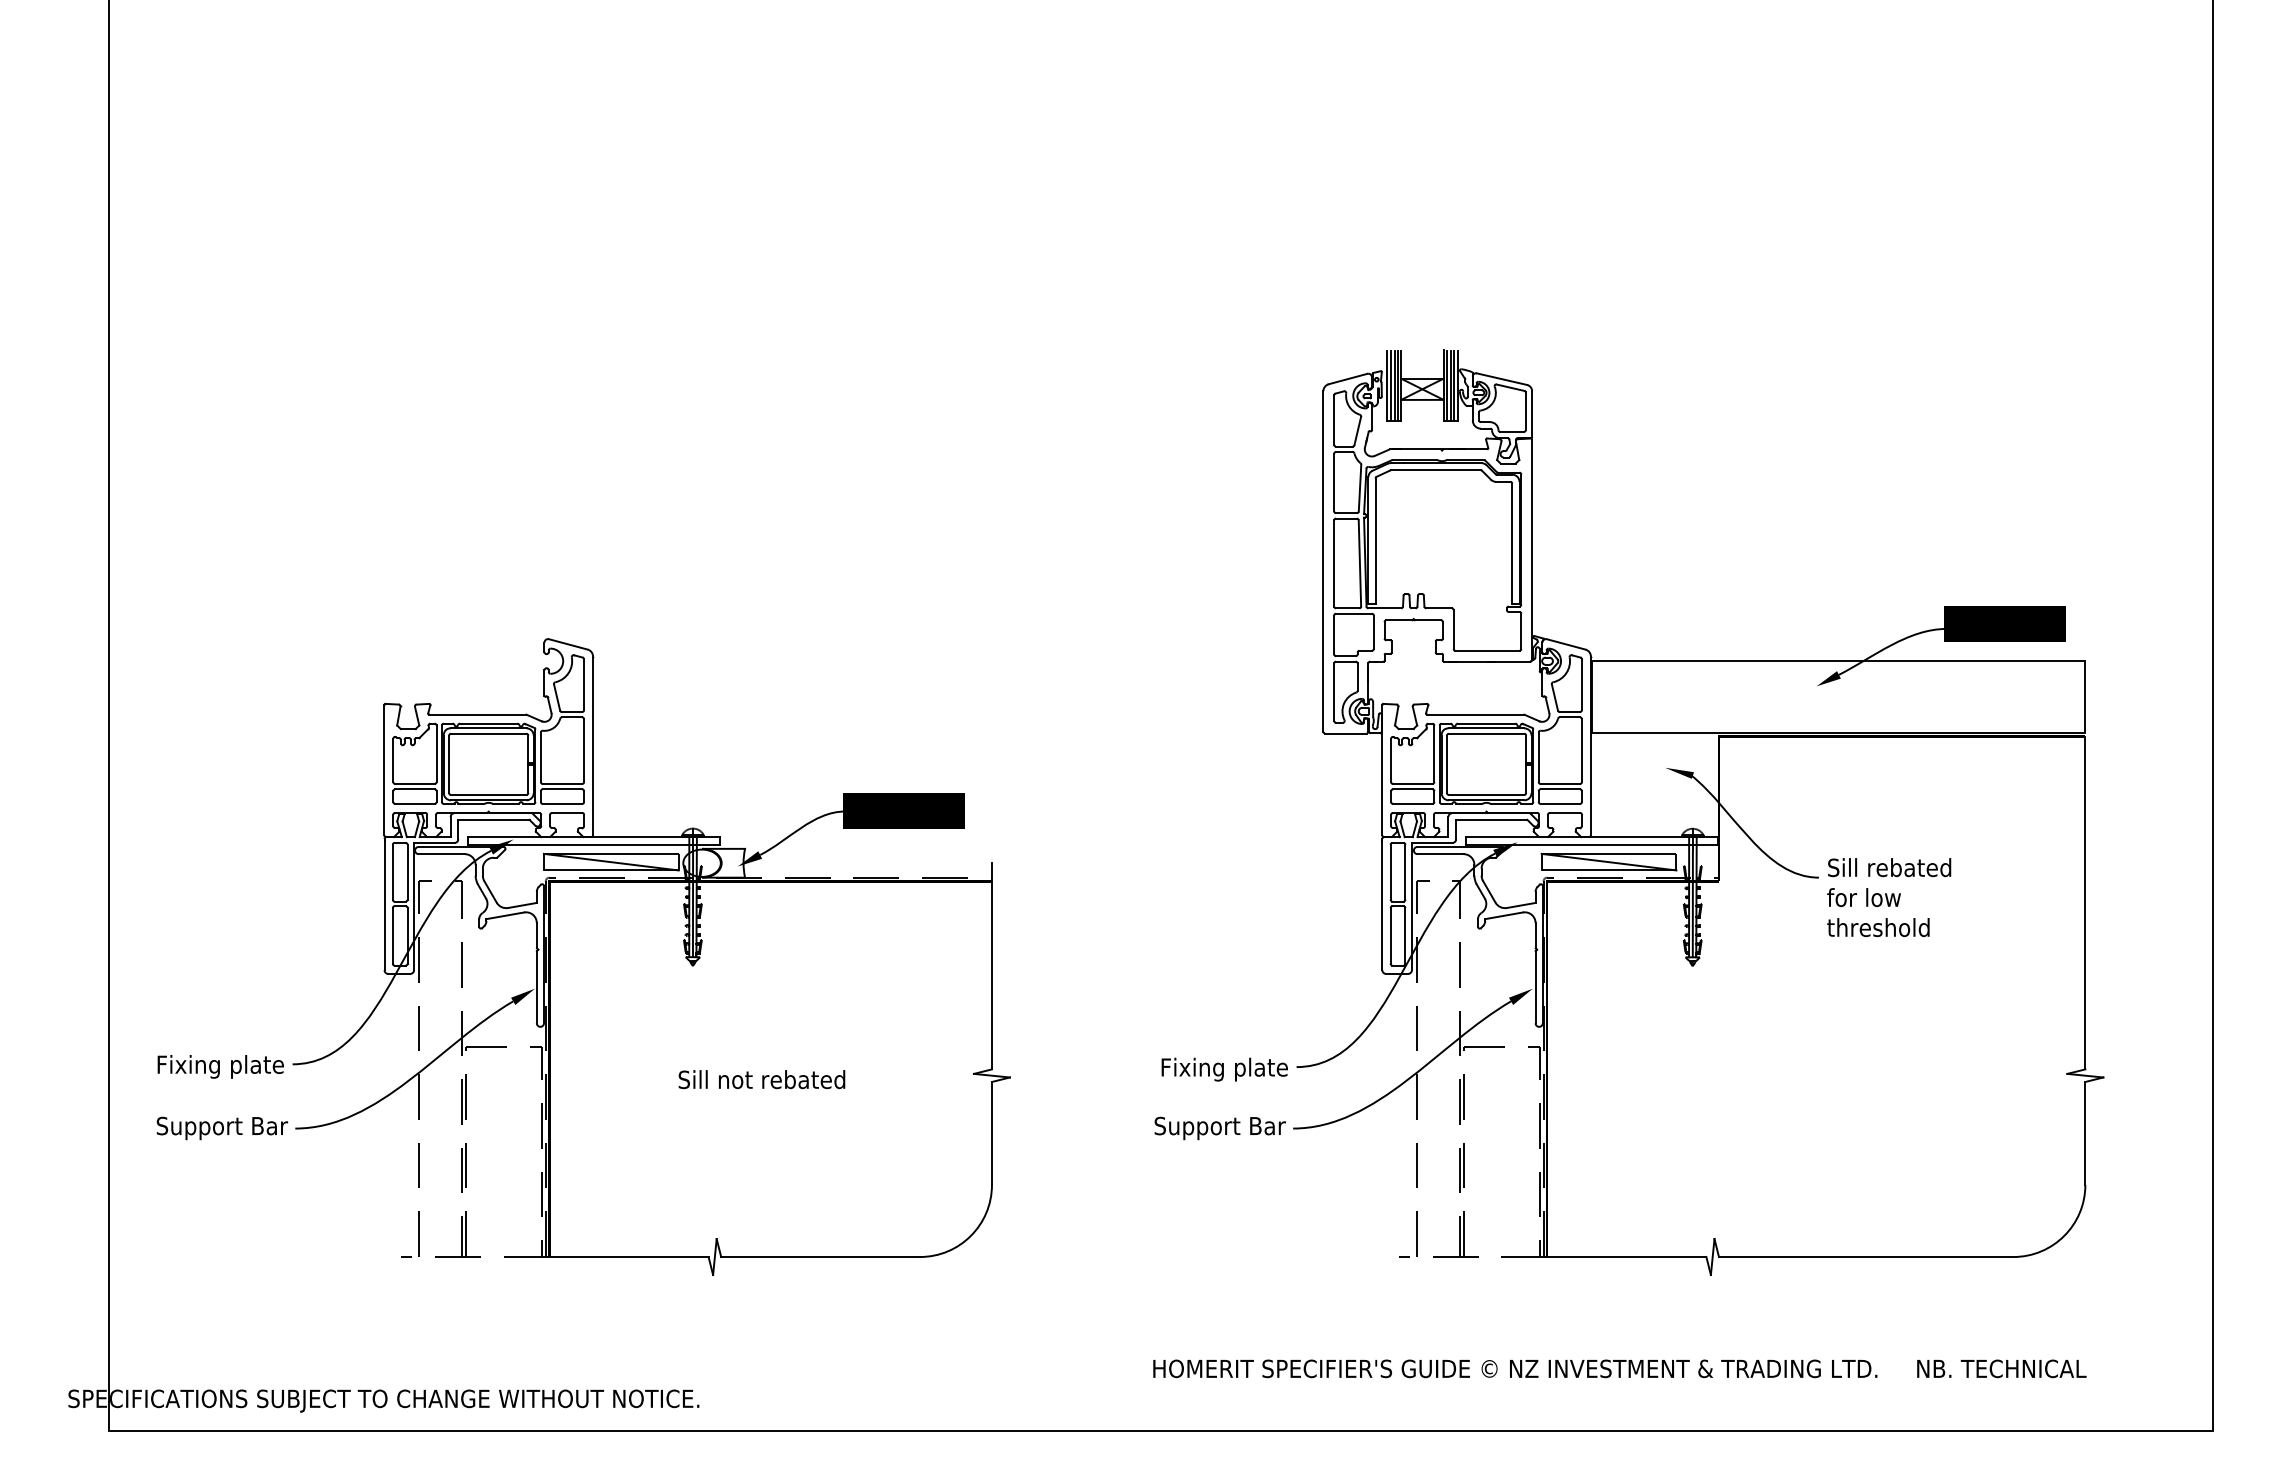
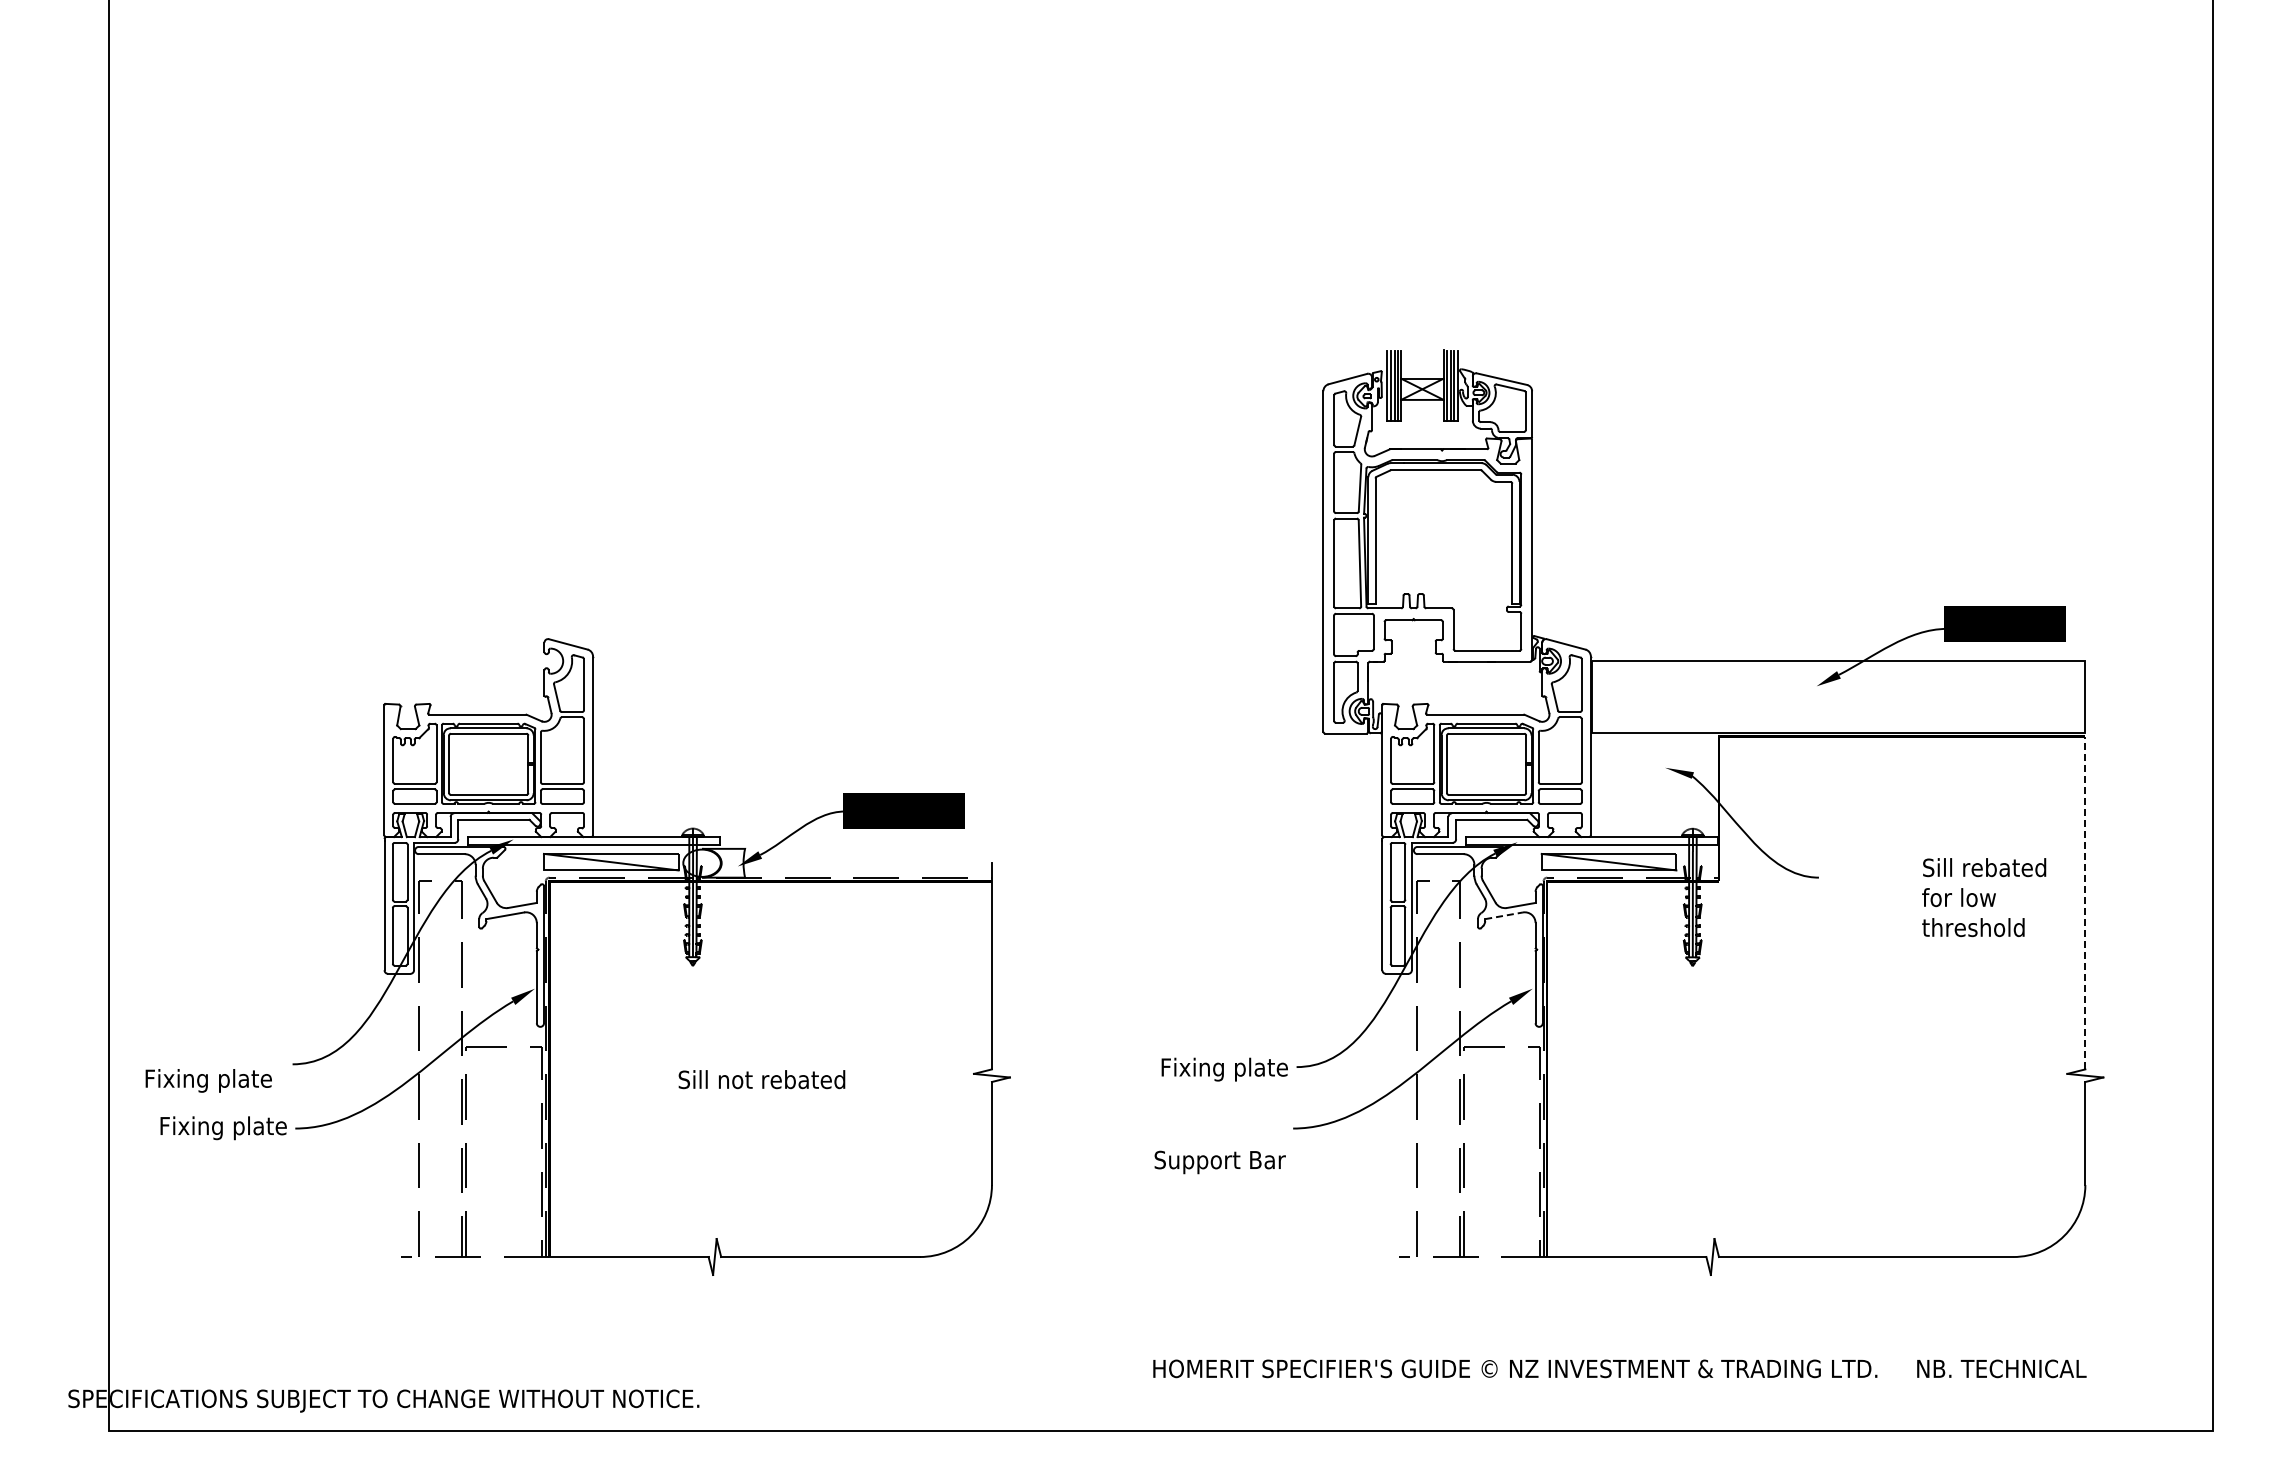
text at (1889, 897) position: (1889, 897) -> (1984, 897)
line at (2085, 902): solid -> dashed
line at (1504, 915): solid -> dashed
text at (220, 1066) position: (220, 1066) -> (208, 1080)
text at (222, 1128): Support Bar -> Fixing plate
text at (1219, 1128) position: (1219, 1128) -> (1219, 1162)
